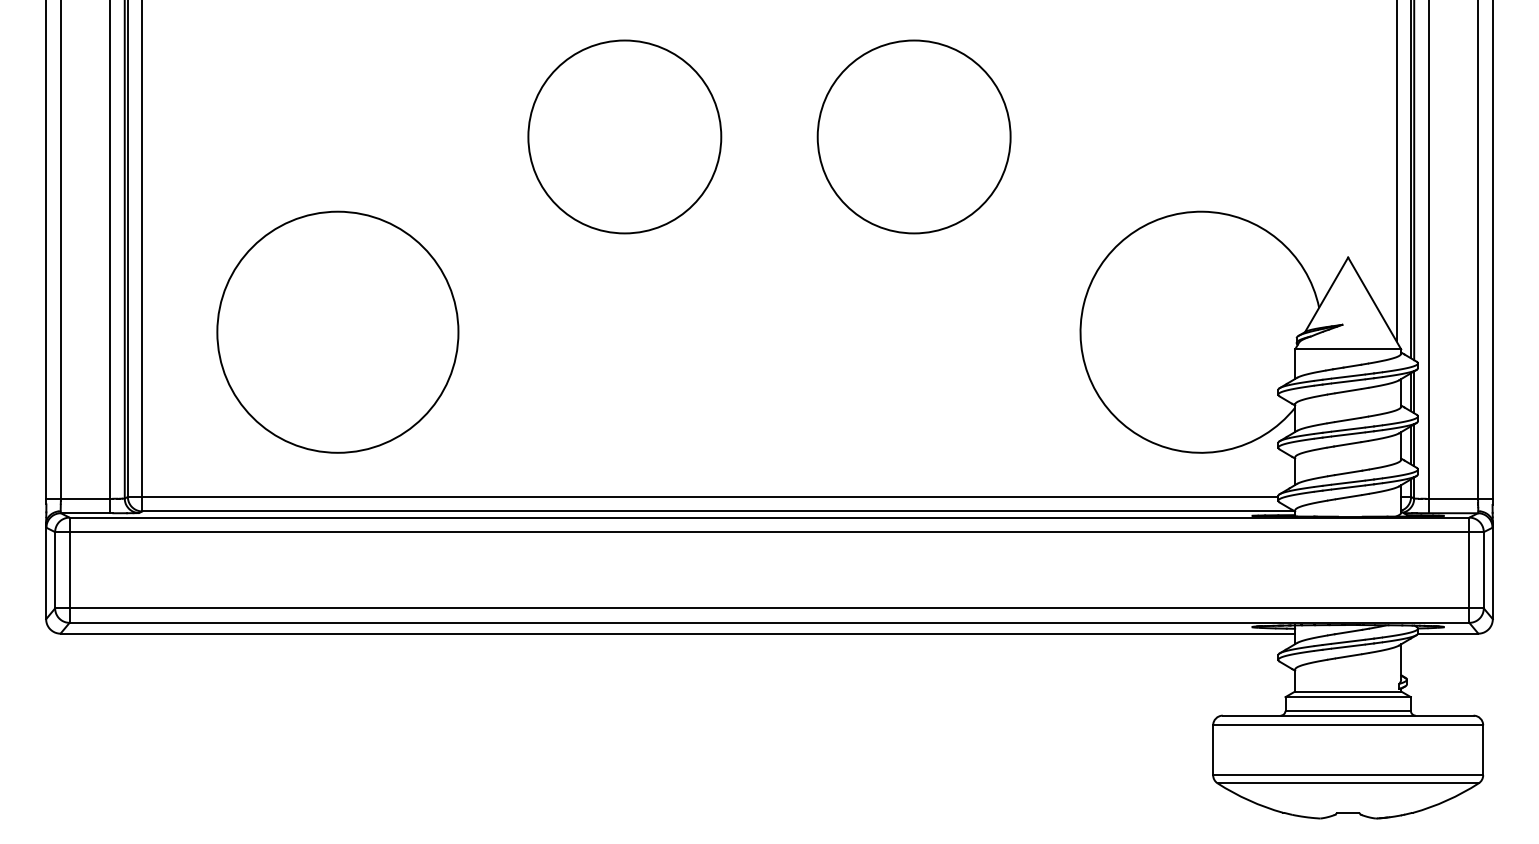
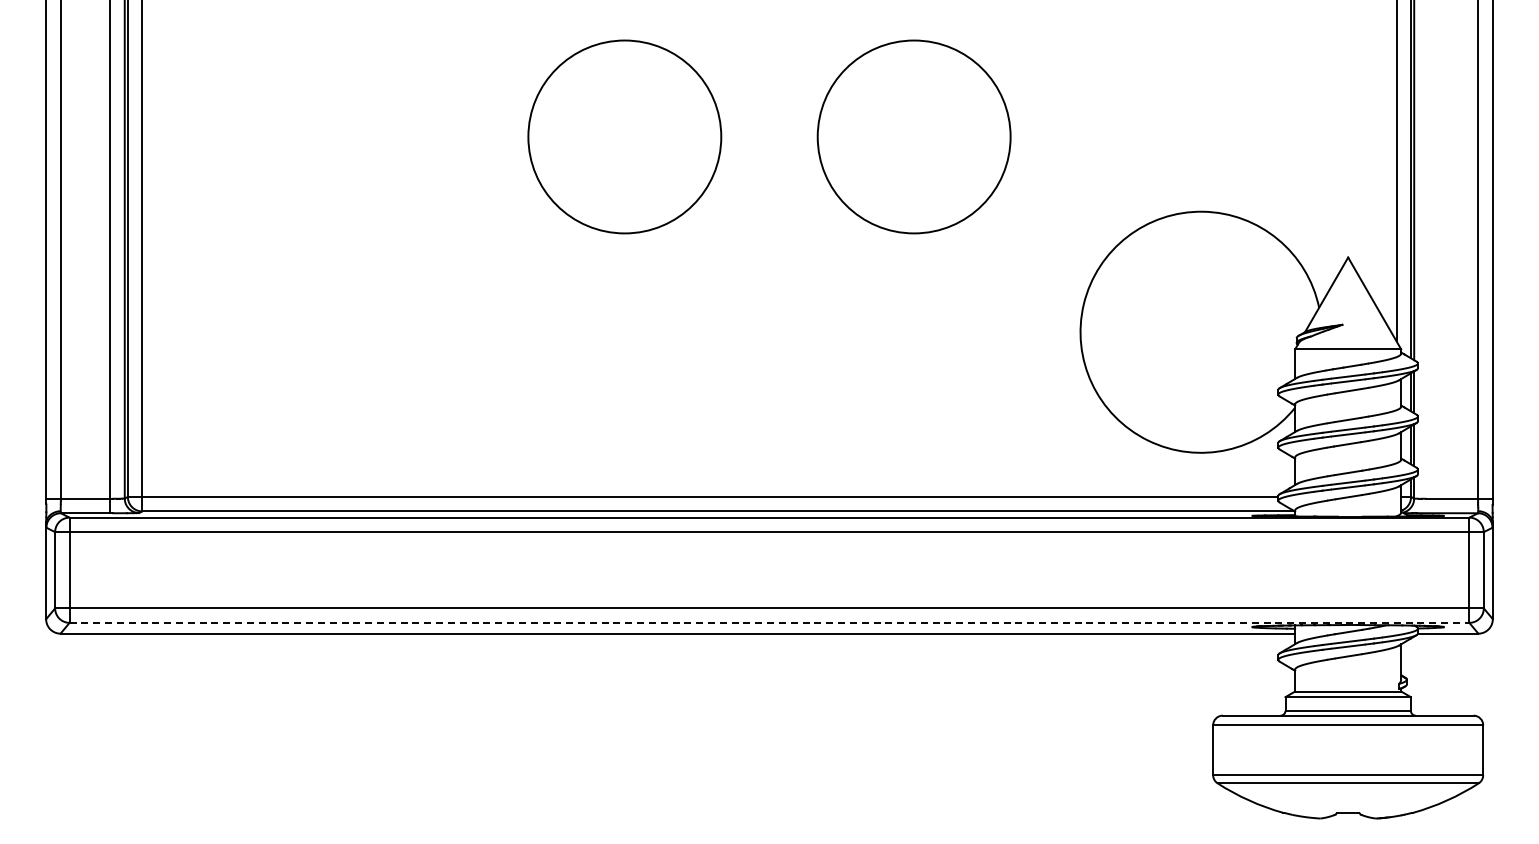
line at (1428, 257): present -> none
circle at (337, 331): present -> none
line at (769, 622): solid -> dashed
